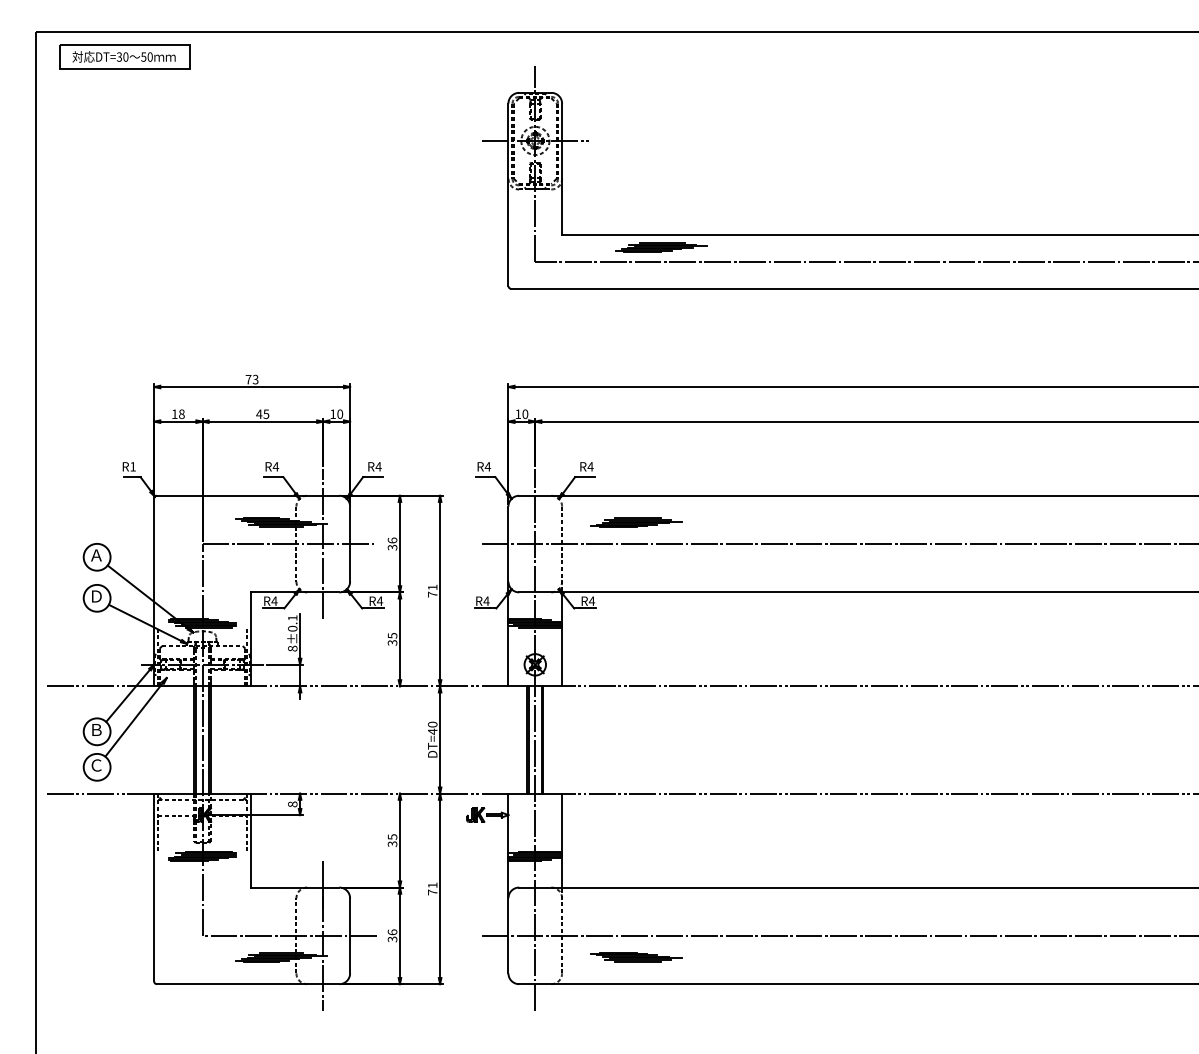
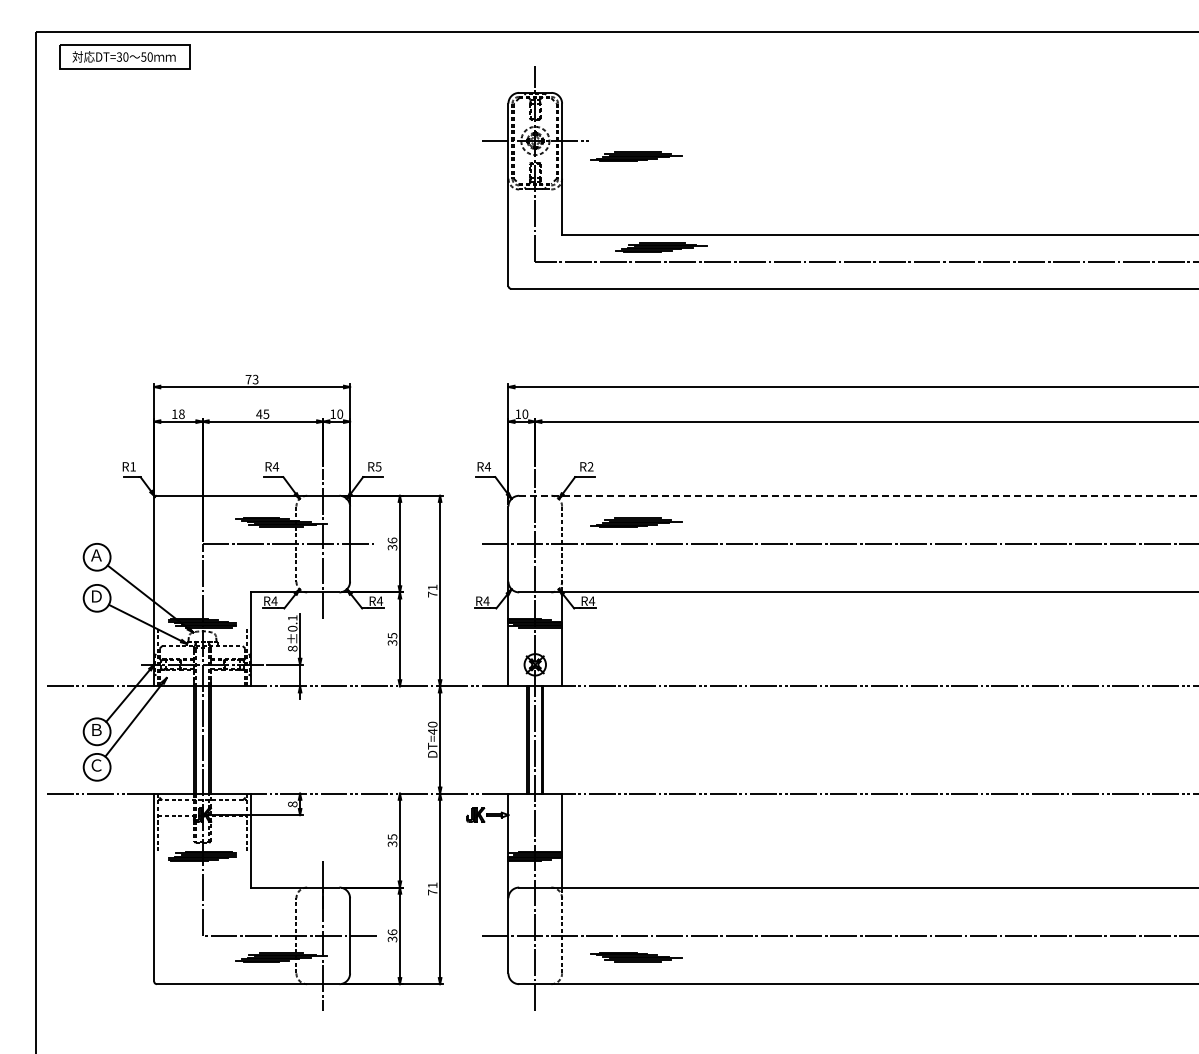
part at (636, 156): none -> present
text at (378, 466): R4 -> R5
text at (590, 466): R4 -> R2
line at (859, 495): solid -> dashed
